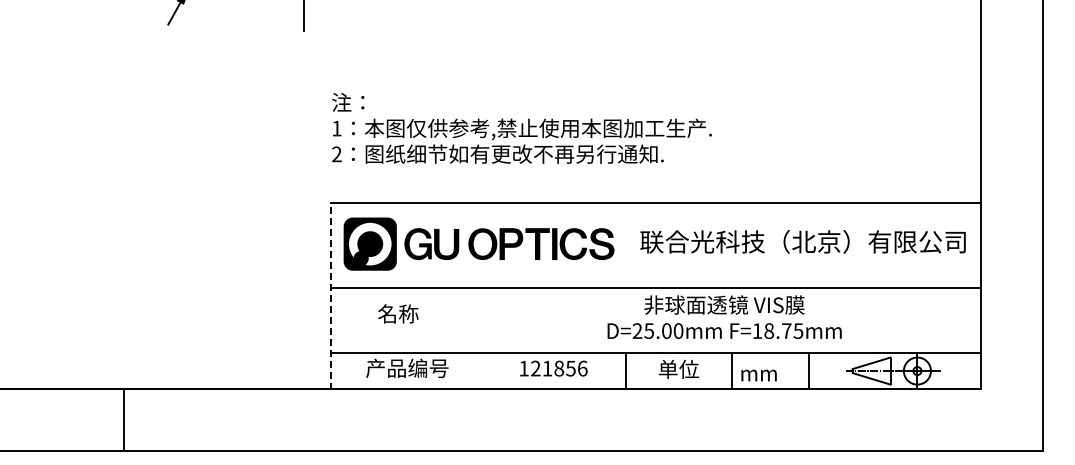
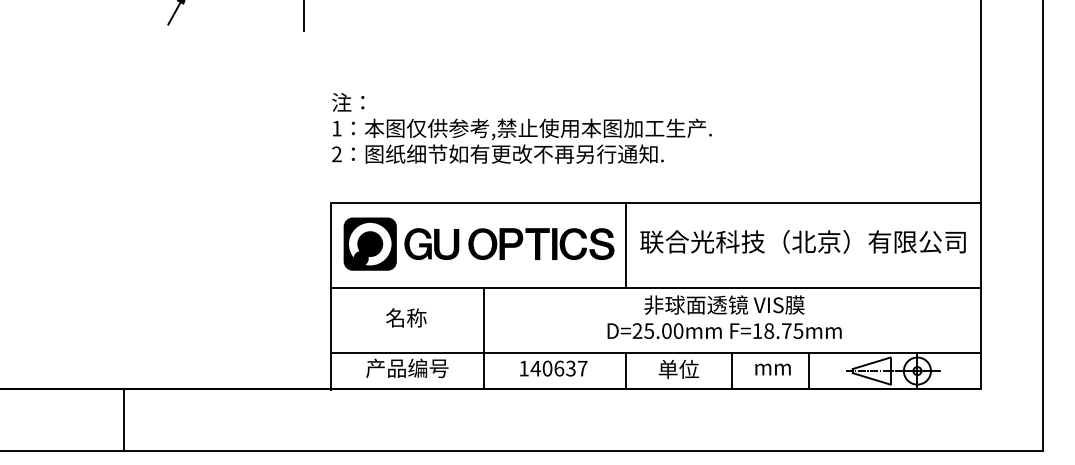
line at (625, 245): none -> present
line at (330, 296): dashed -> solid
text at (398, 313) position: (398, 313) -> (406, 317)
line at (484, 338): none -> present
text at (558, 368): 121856 -> 140637
text at (758, 375) position: (758, 375) -> (772, 369)
